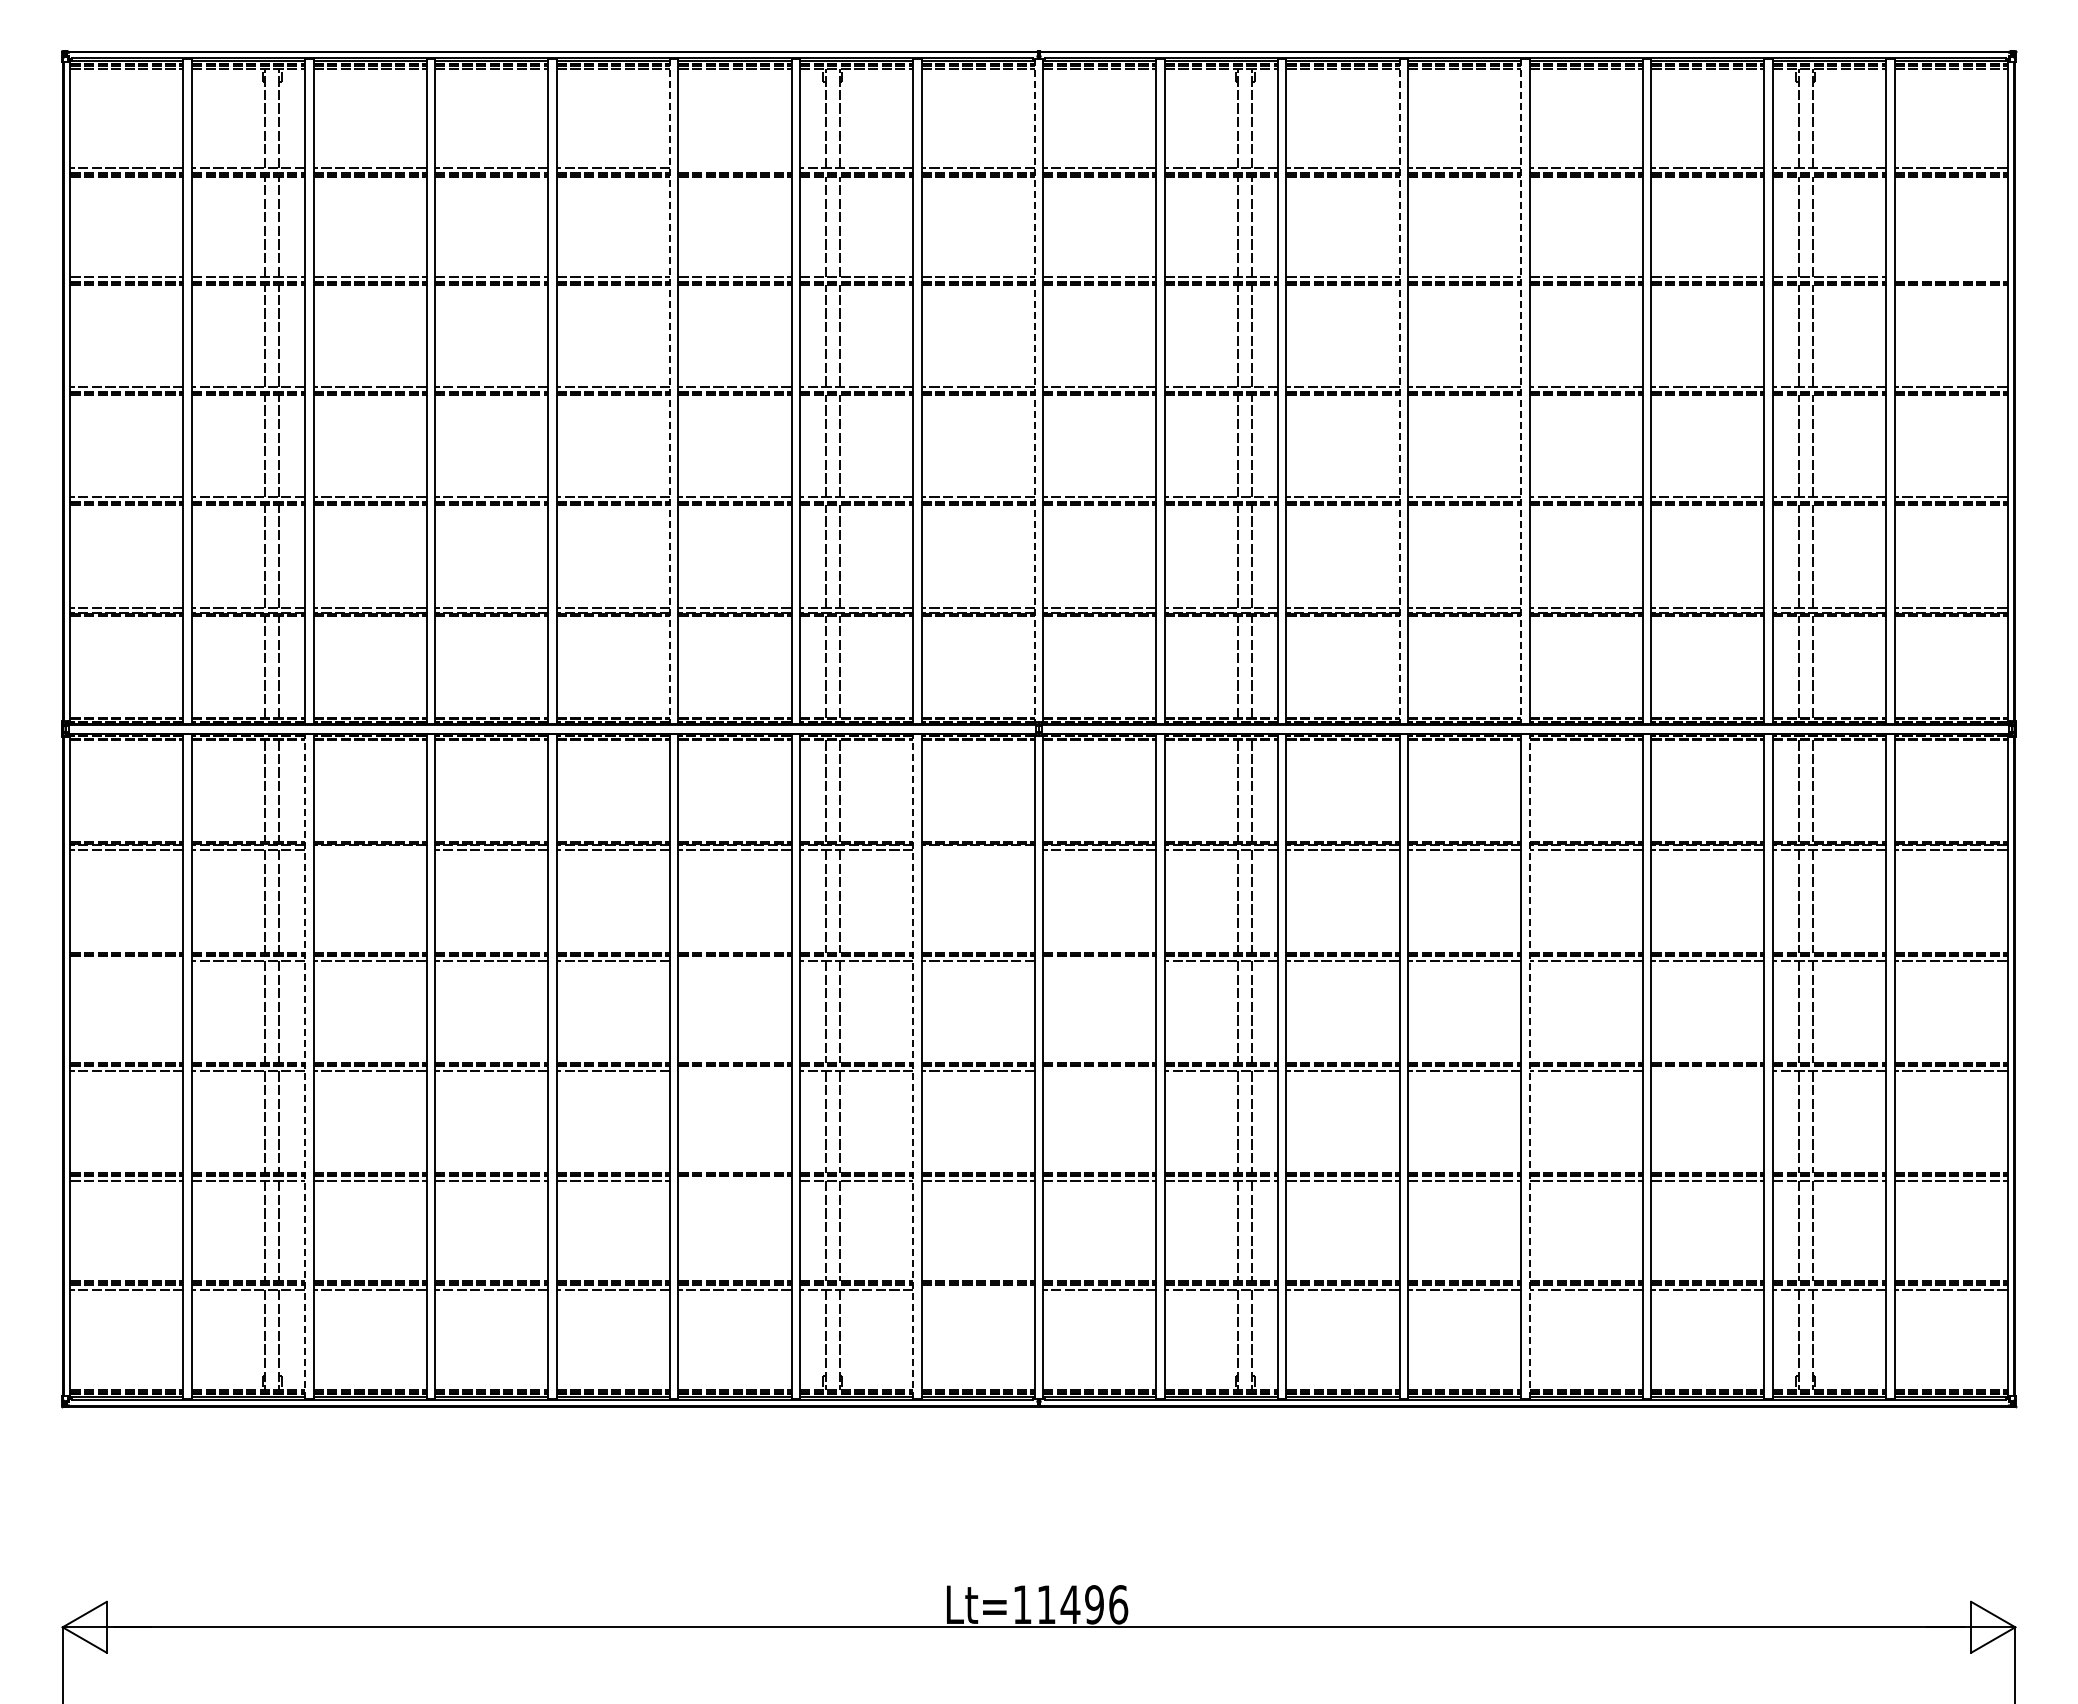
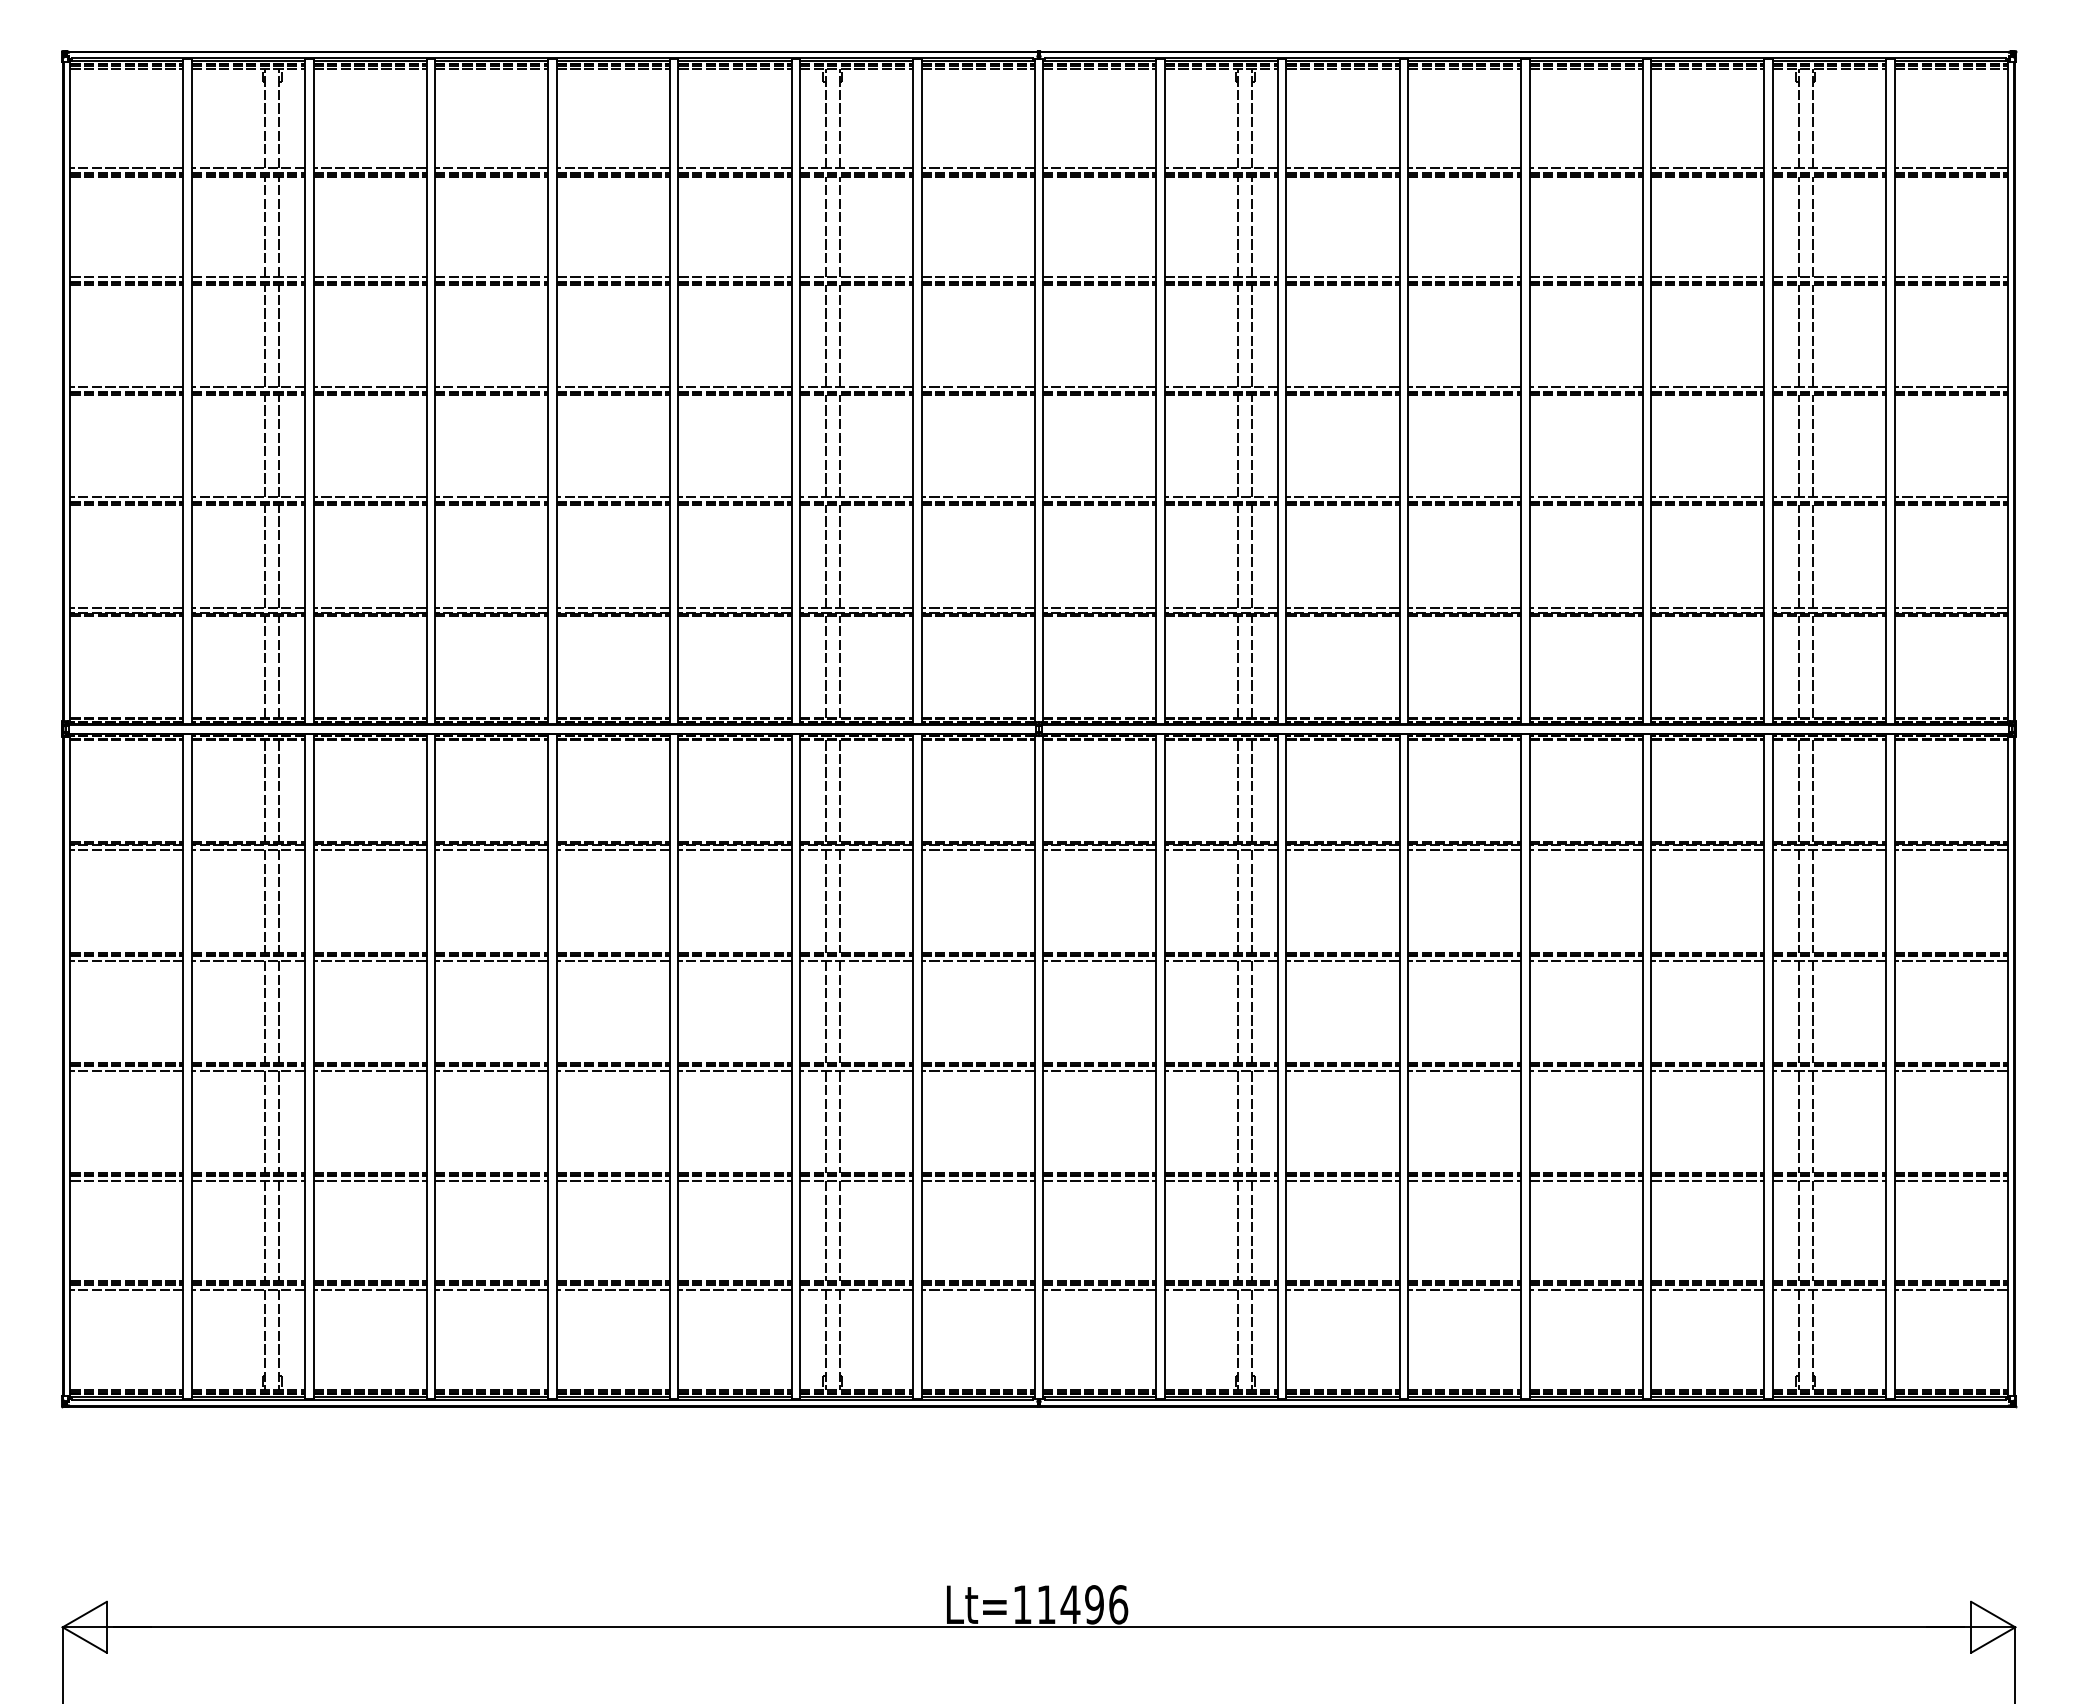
line at (734, 168): none -> present
line at (1950, 276): none -> present
line at (669, 391): dashed -> solid
line at (1034, 391): dashed -> solid
line at (1399, 391): dashed -> solid
line at (1521, 391): dashed -> solid
line at (369, 849): none -> present
line at (977, 849): none -> present
line at (126, 960): none -> present
line at (734, 960): none -> present
line at (1099, 960): none -> present
line at (305, 1066): dashed -> solid
line at (913, 1066): dashed -> solid
line at (1529, 1066): dashed -> solid
line at (734, 1071): none -> present
line at (1099, 1071): none -> present
line at (1707, 1071): none -> present
line at (734, 1181): none -> present
line at (977, 1290): none -> present
